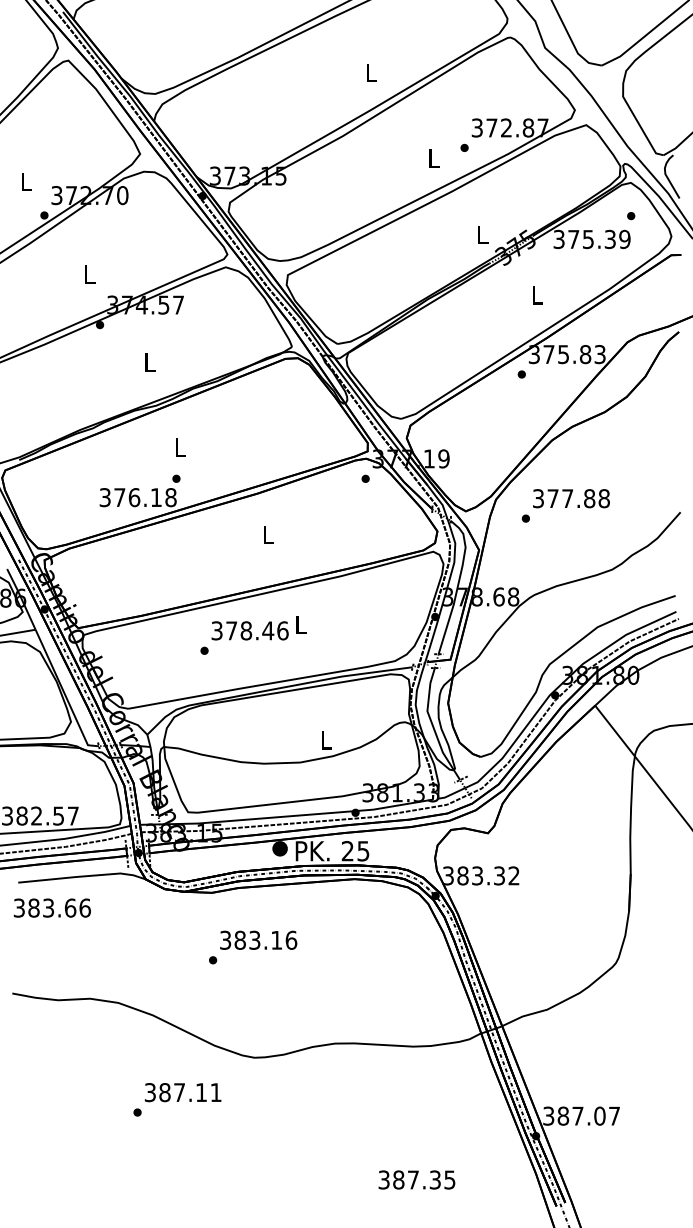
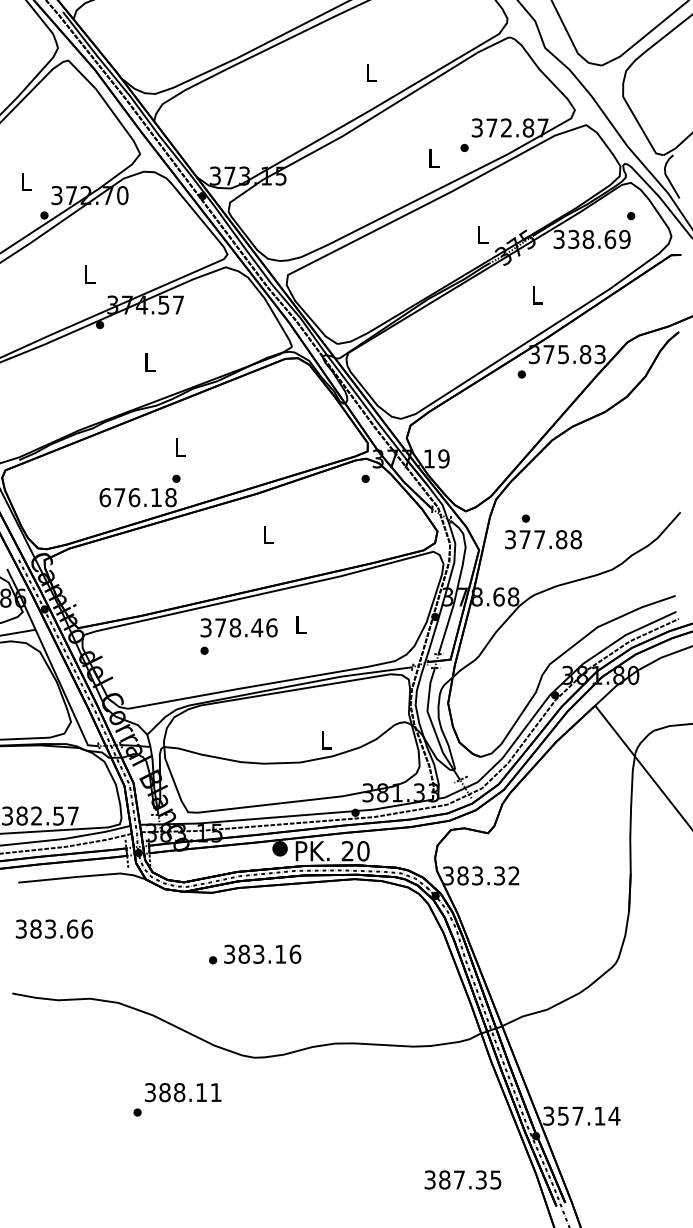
text at (592, 239): 375.39 -> 338.69
text at (105, 497): 376.18 -> 676.18
text at (571, 498) position: (571, 498) -> (543, 539)
text at (249, 630) position: (249, 630) -> (238, 627)
text at (363, 851): 25 -> 20
text at (51, 907) position: (51, 907) -> (53, 928)
text at (258, 939) position: (258, 939) -> (262, 953)
text at (179, 1092): 387.11 -> 388.11
text at (588, 1115): 387.07 -> 357.14
text at (416, 1179) position: (416, 1179) -> (462, 1179)
